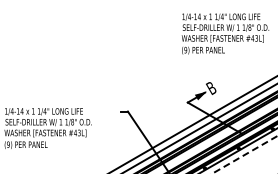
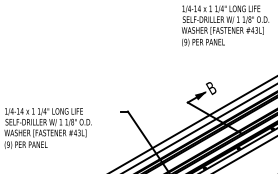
text at (225, 33) position: (225, 33) -> (225, 25)
line at (245, 154): dashed -> solid
